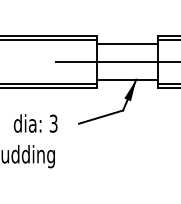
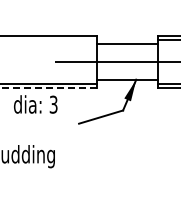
line at (49, 40): present -> none
line at (48, 88): solid -> dashed
text at (35, 123) position: (35, 123) -> (35, 104)
